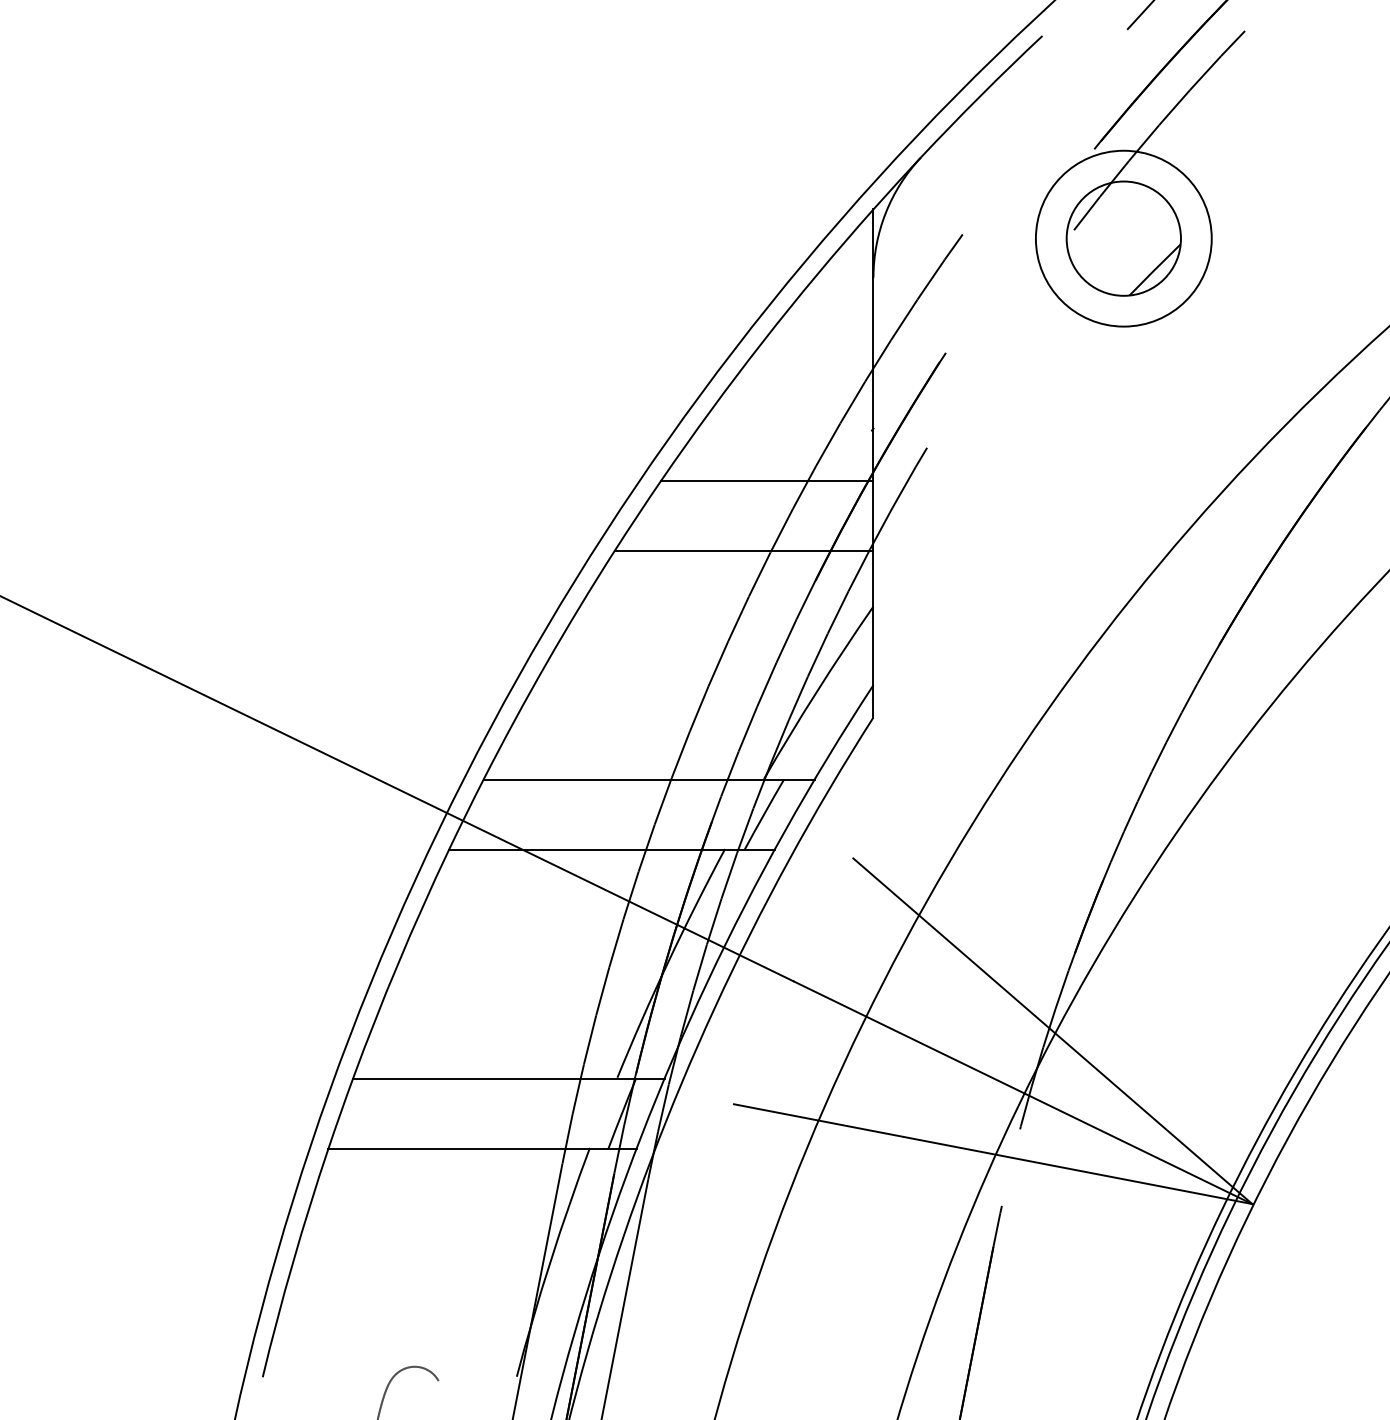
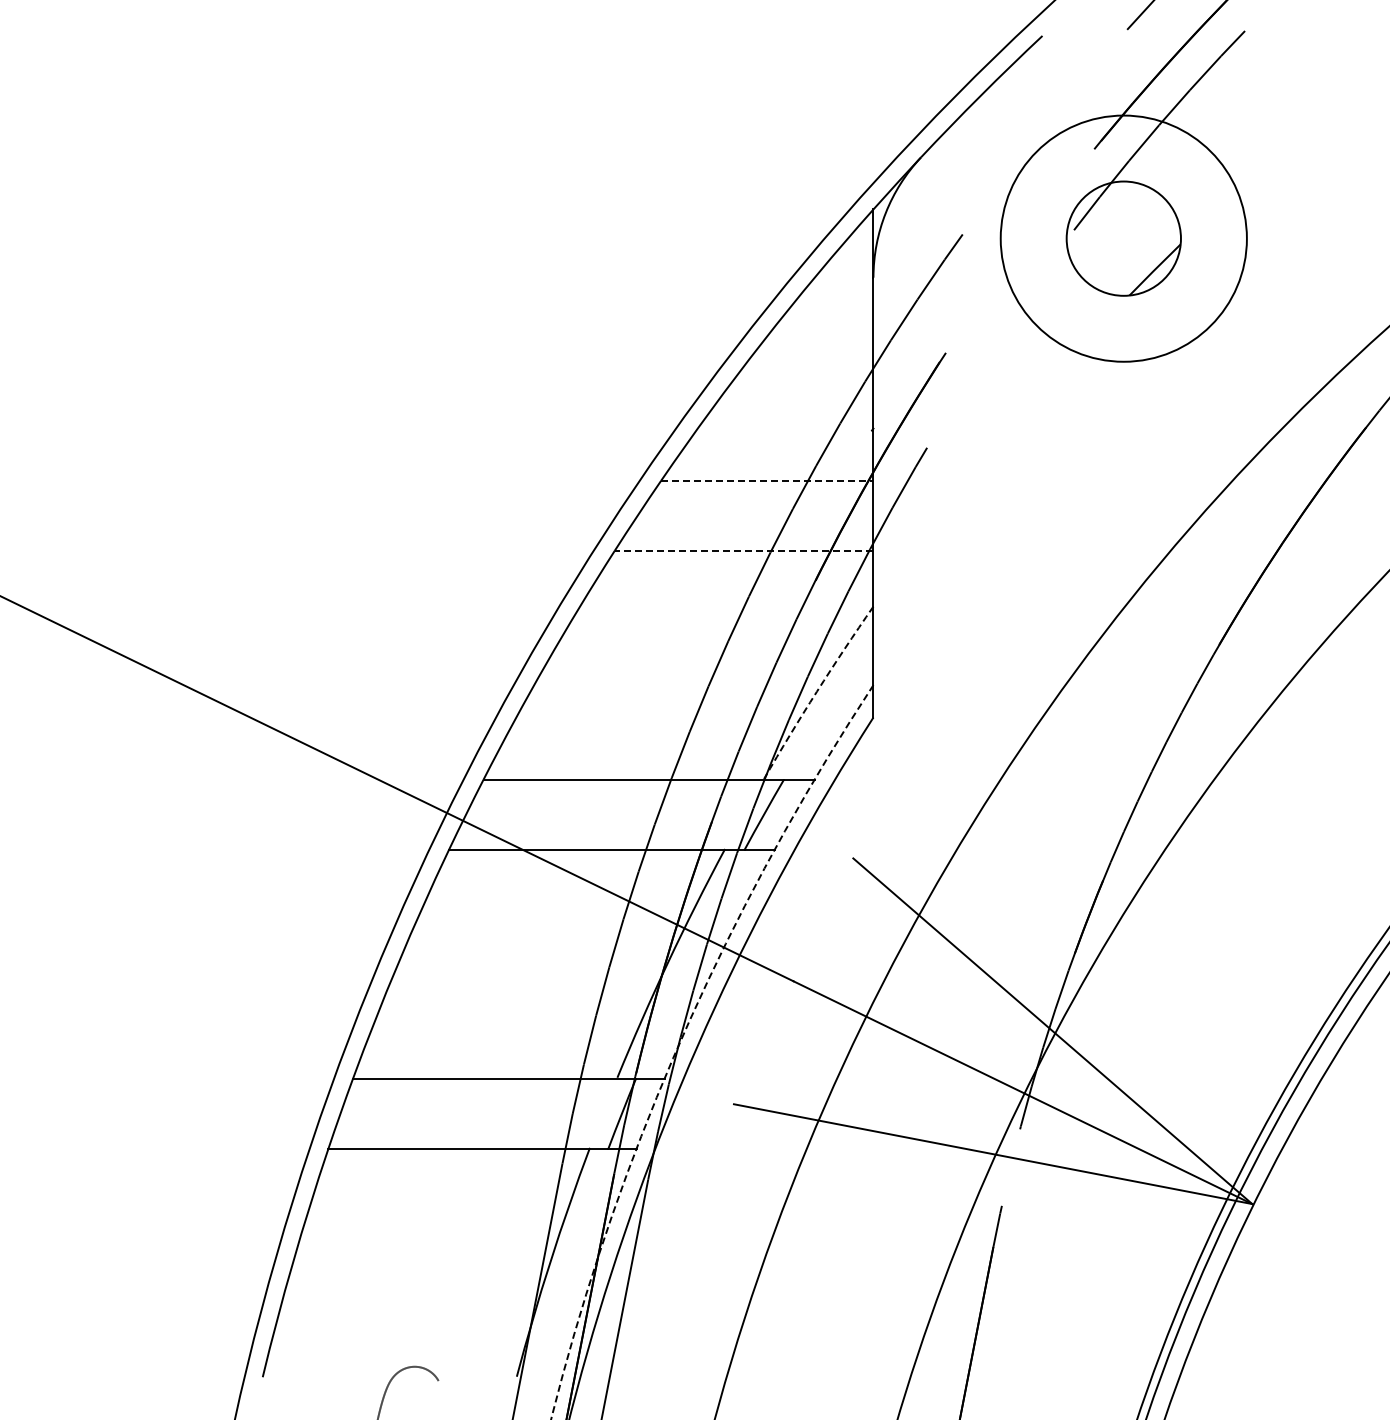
circle at (1123, 238) diameter: 176 px -> 246 px
line at (767, 480): solid -> dashed
line at (743, 551): solid -> dashed
arc at (816, 691): solid -> dashed
arc at (682, 1038): solid -> dashed
